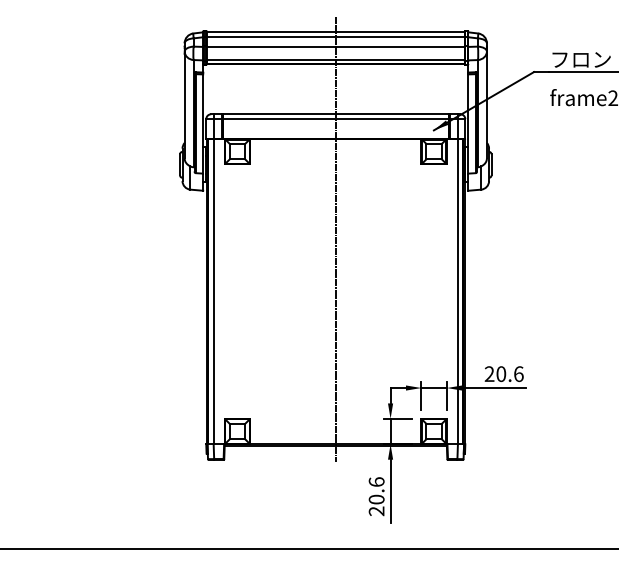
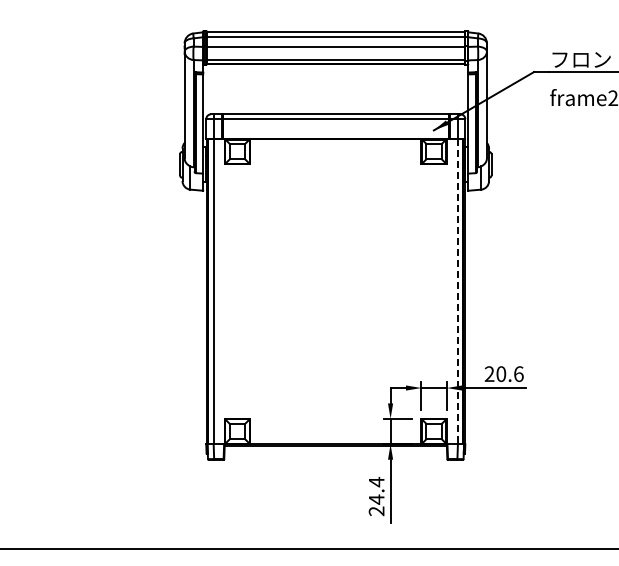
line at (335, 238): present -> none
line at (457, 291): solid -> dashed
text at (376, 490): 20.6 -> 24.4
